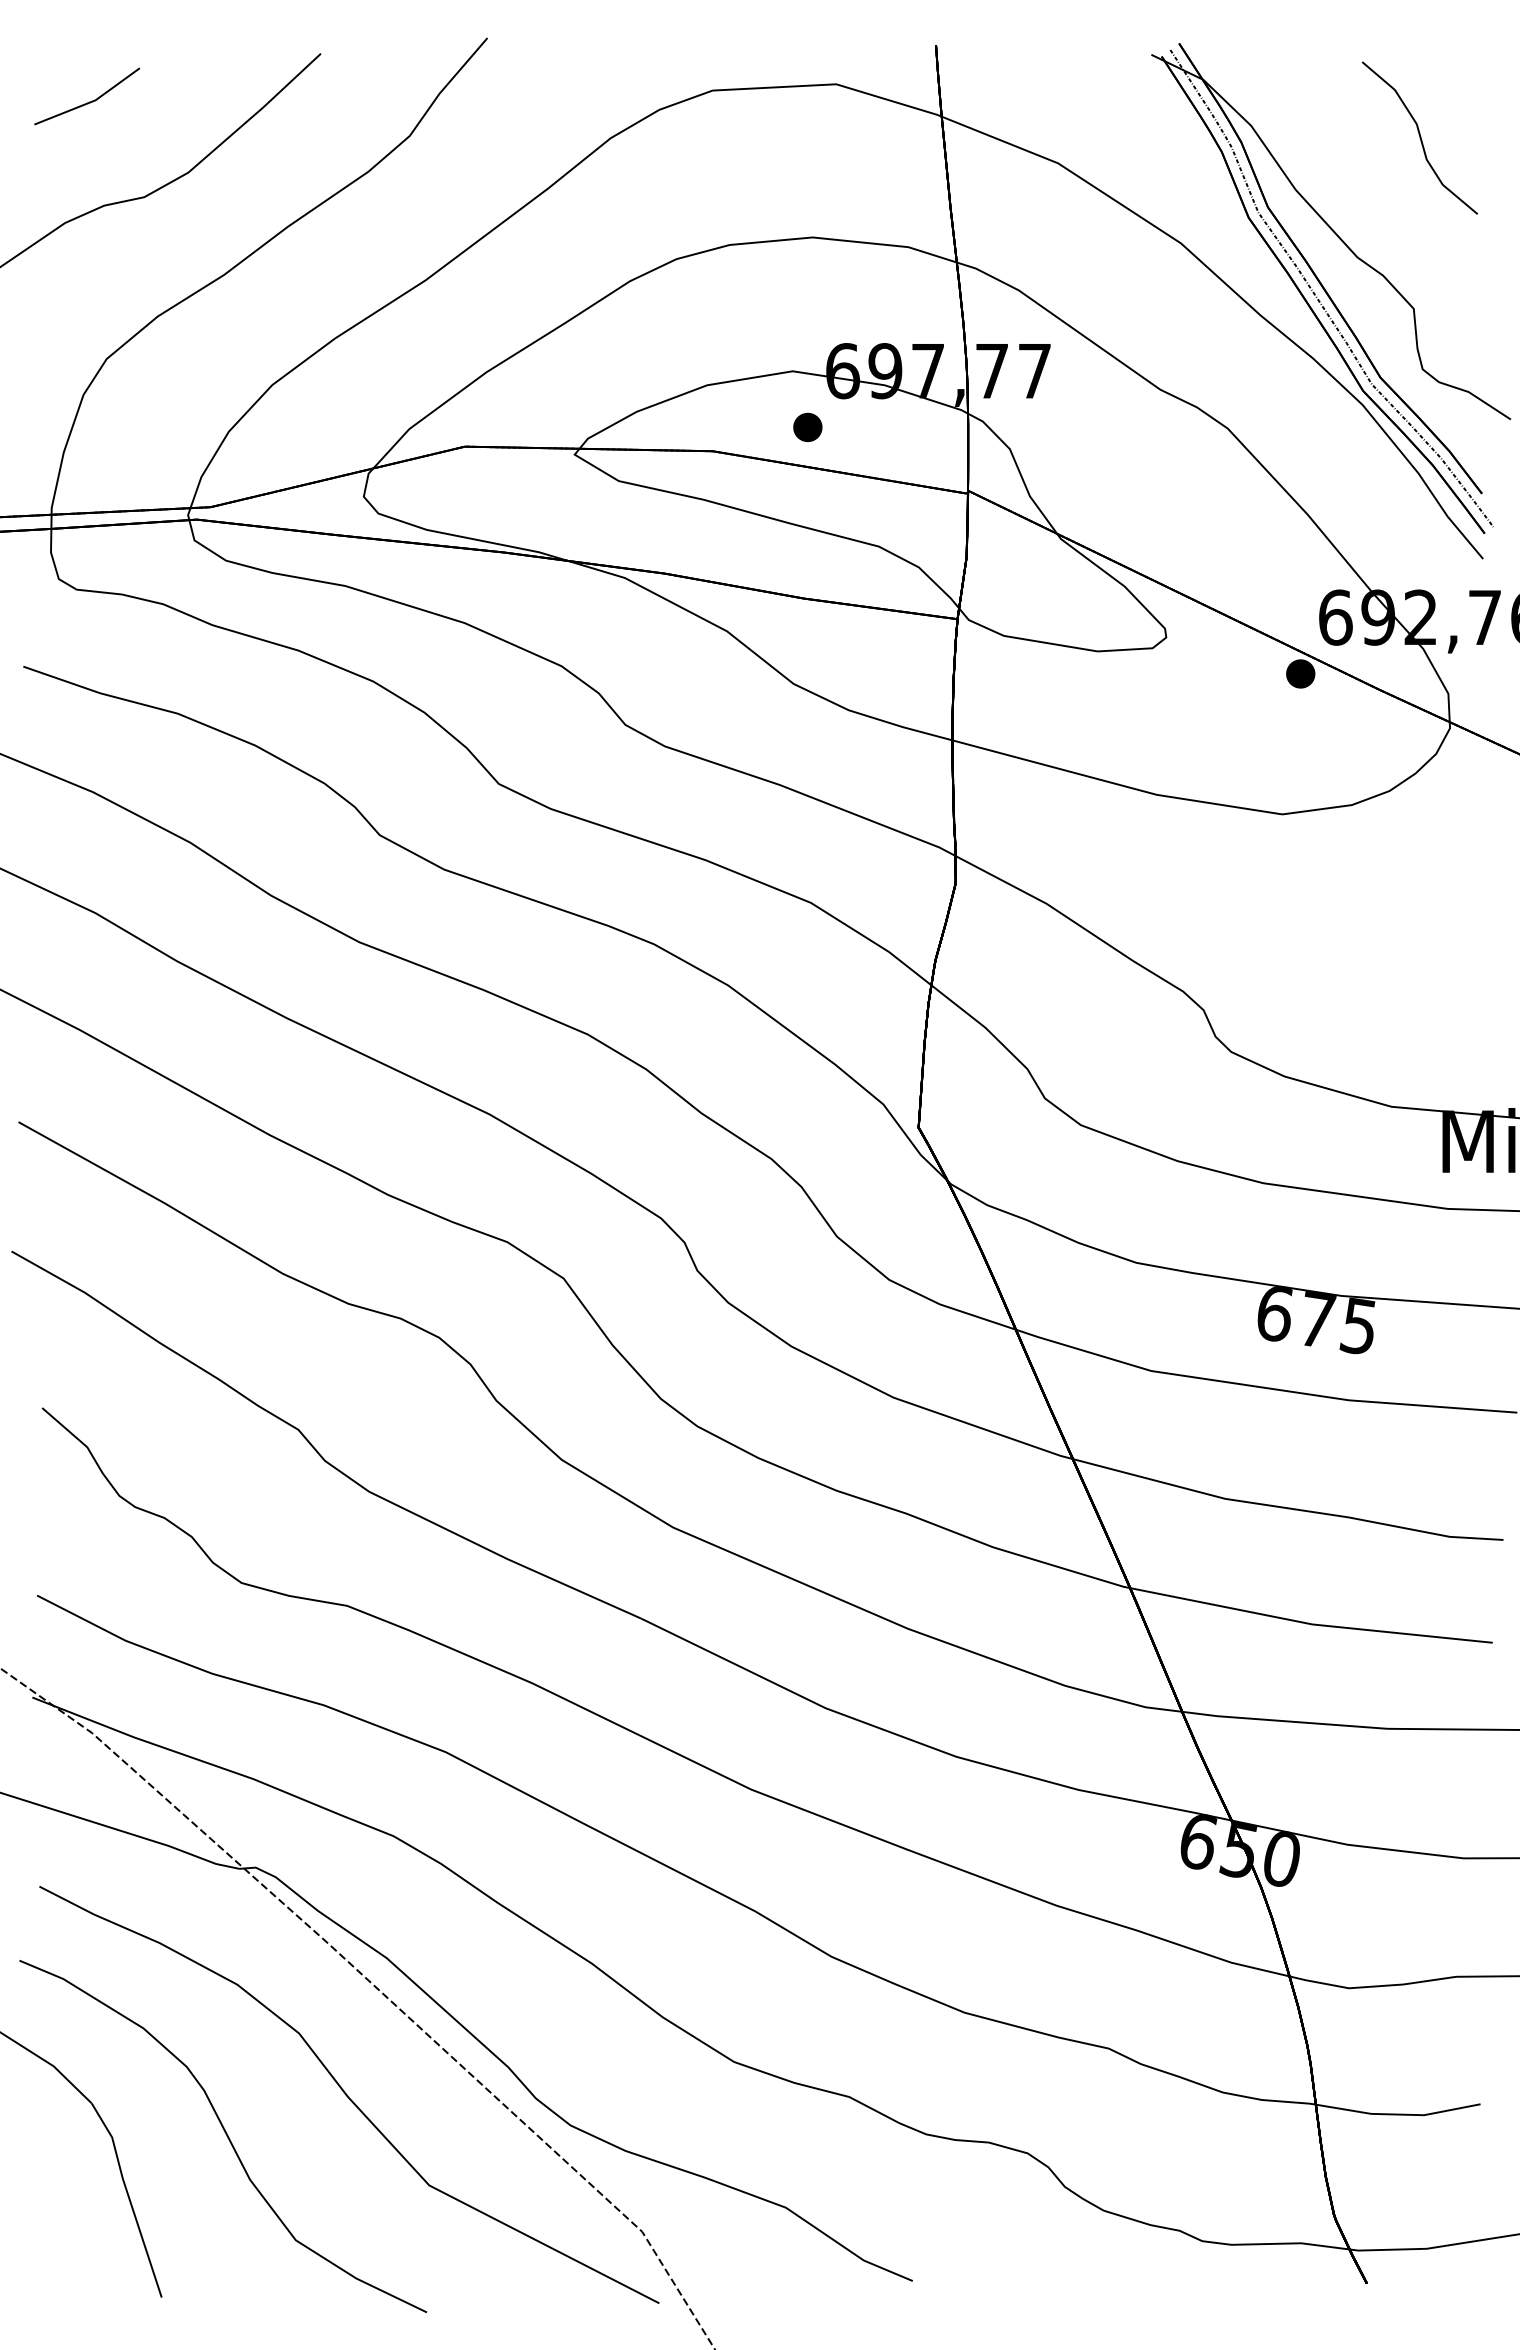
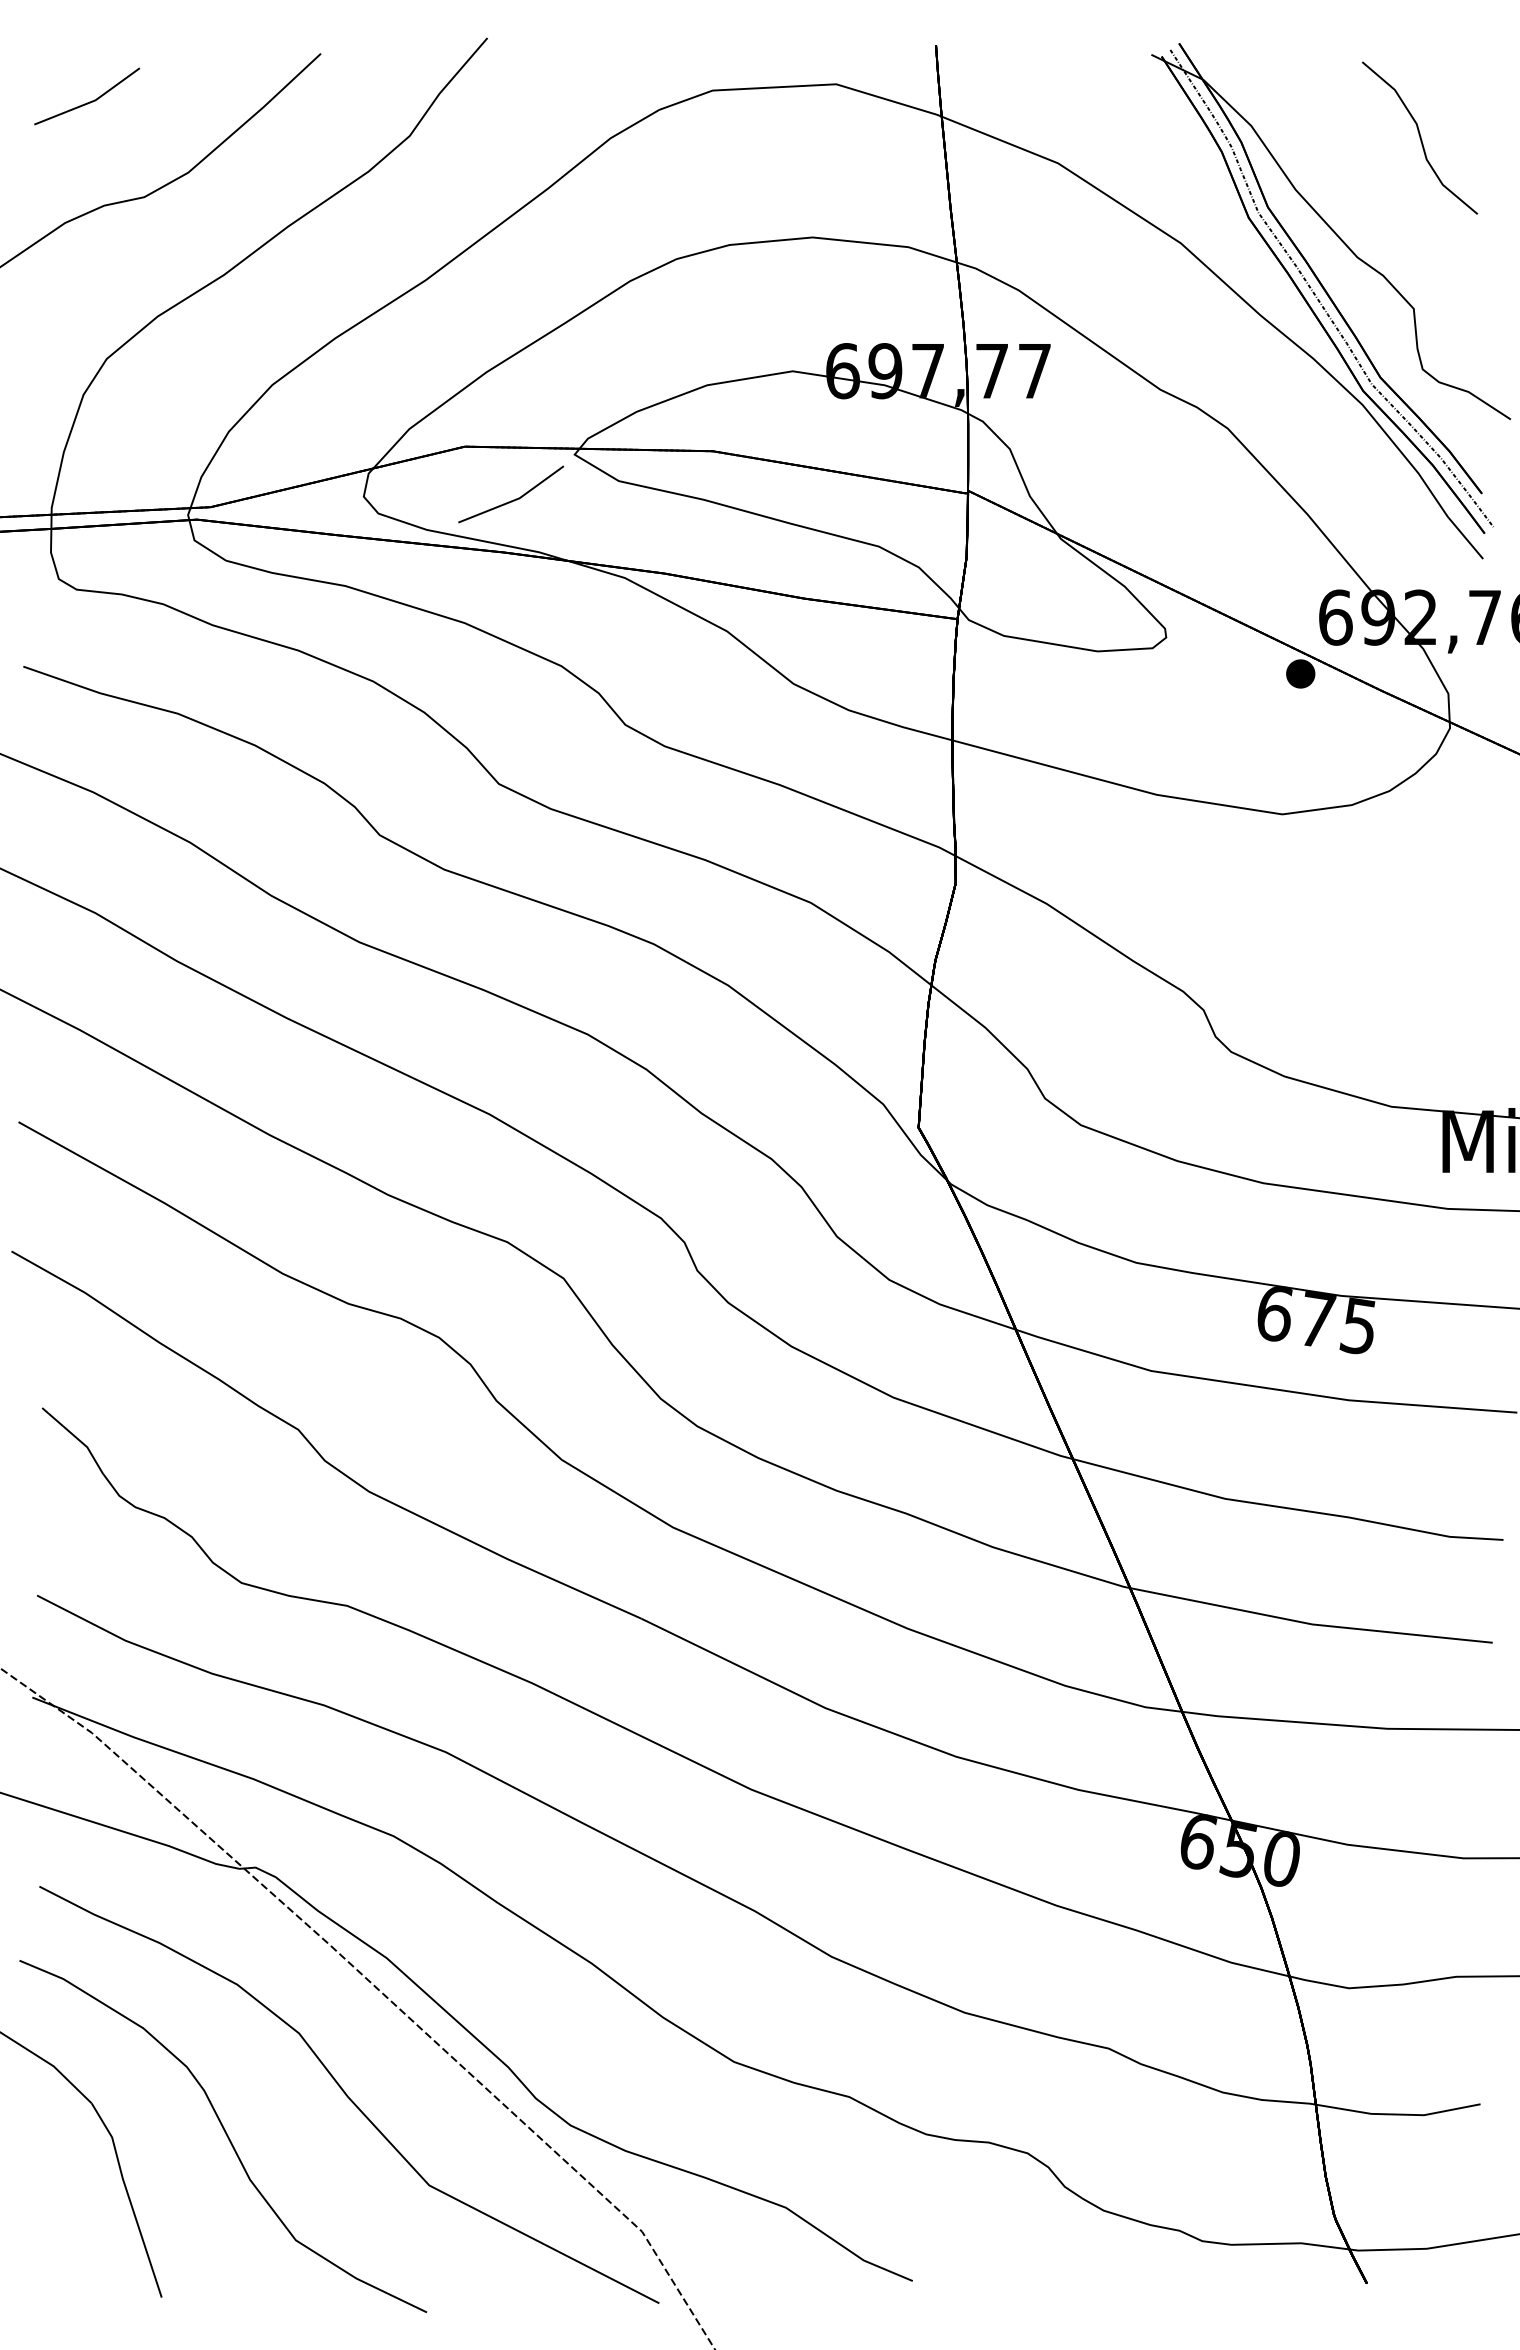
part at (807, 426): present -> none
line at (513, 499): none -> present
